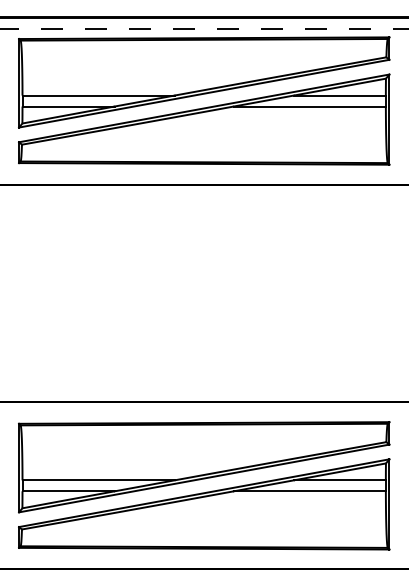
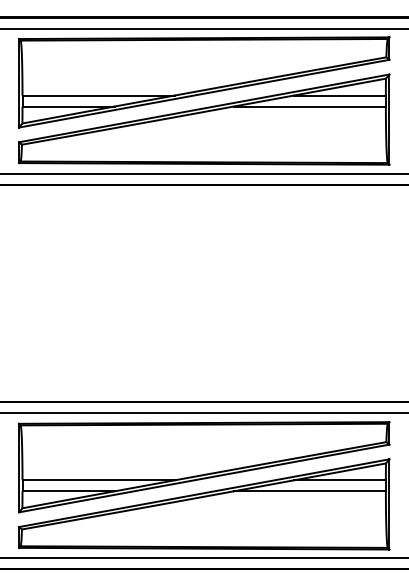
line at (204, 28): dashed -> solid
line at (203, 173): none -> present
line at (203, 413): none -> present
line at (203, 558): none -> present
